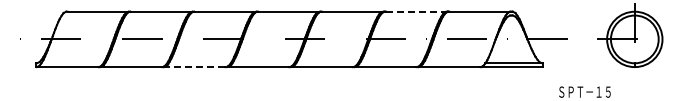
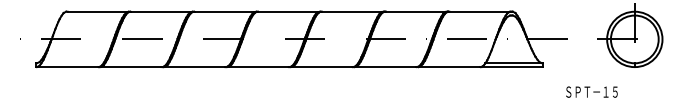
line at (416, 11): dashed -> solid
line at (194, 67): dashed -> solid
text at (584, 91) position: (584, 91) -> (591, 91)
